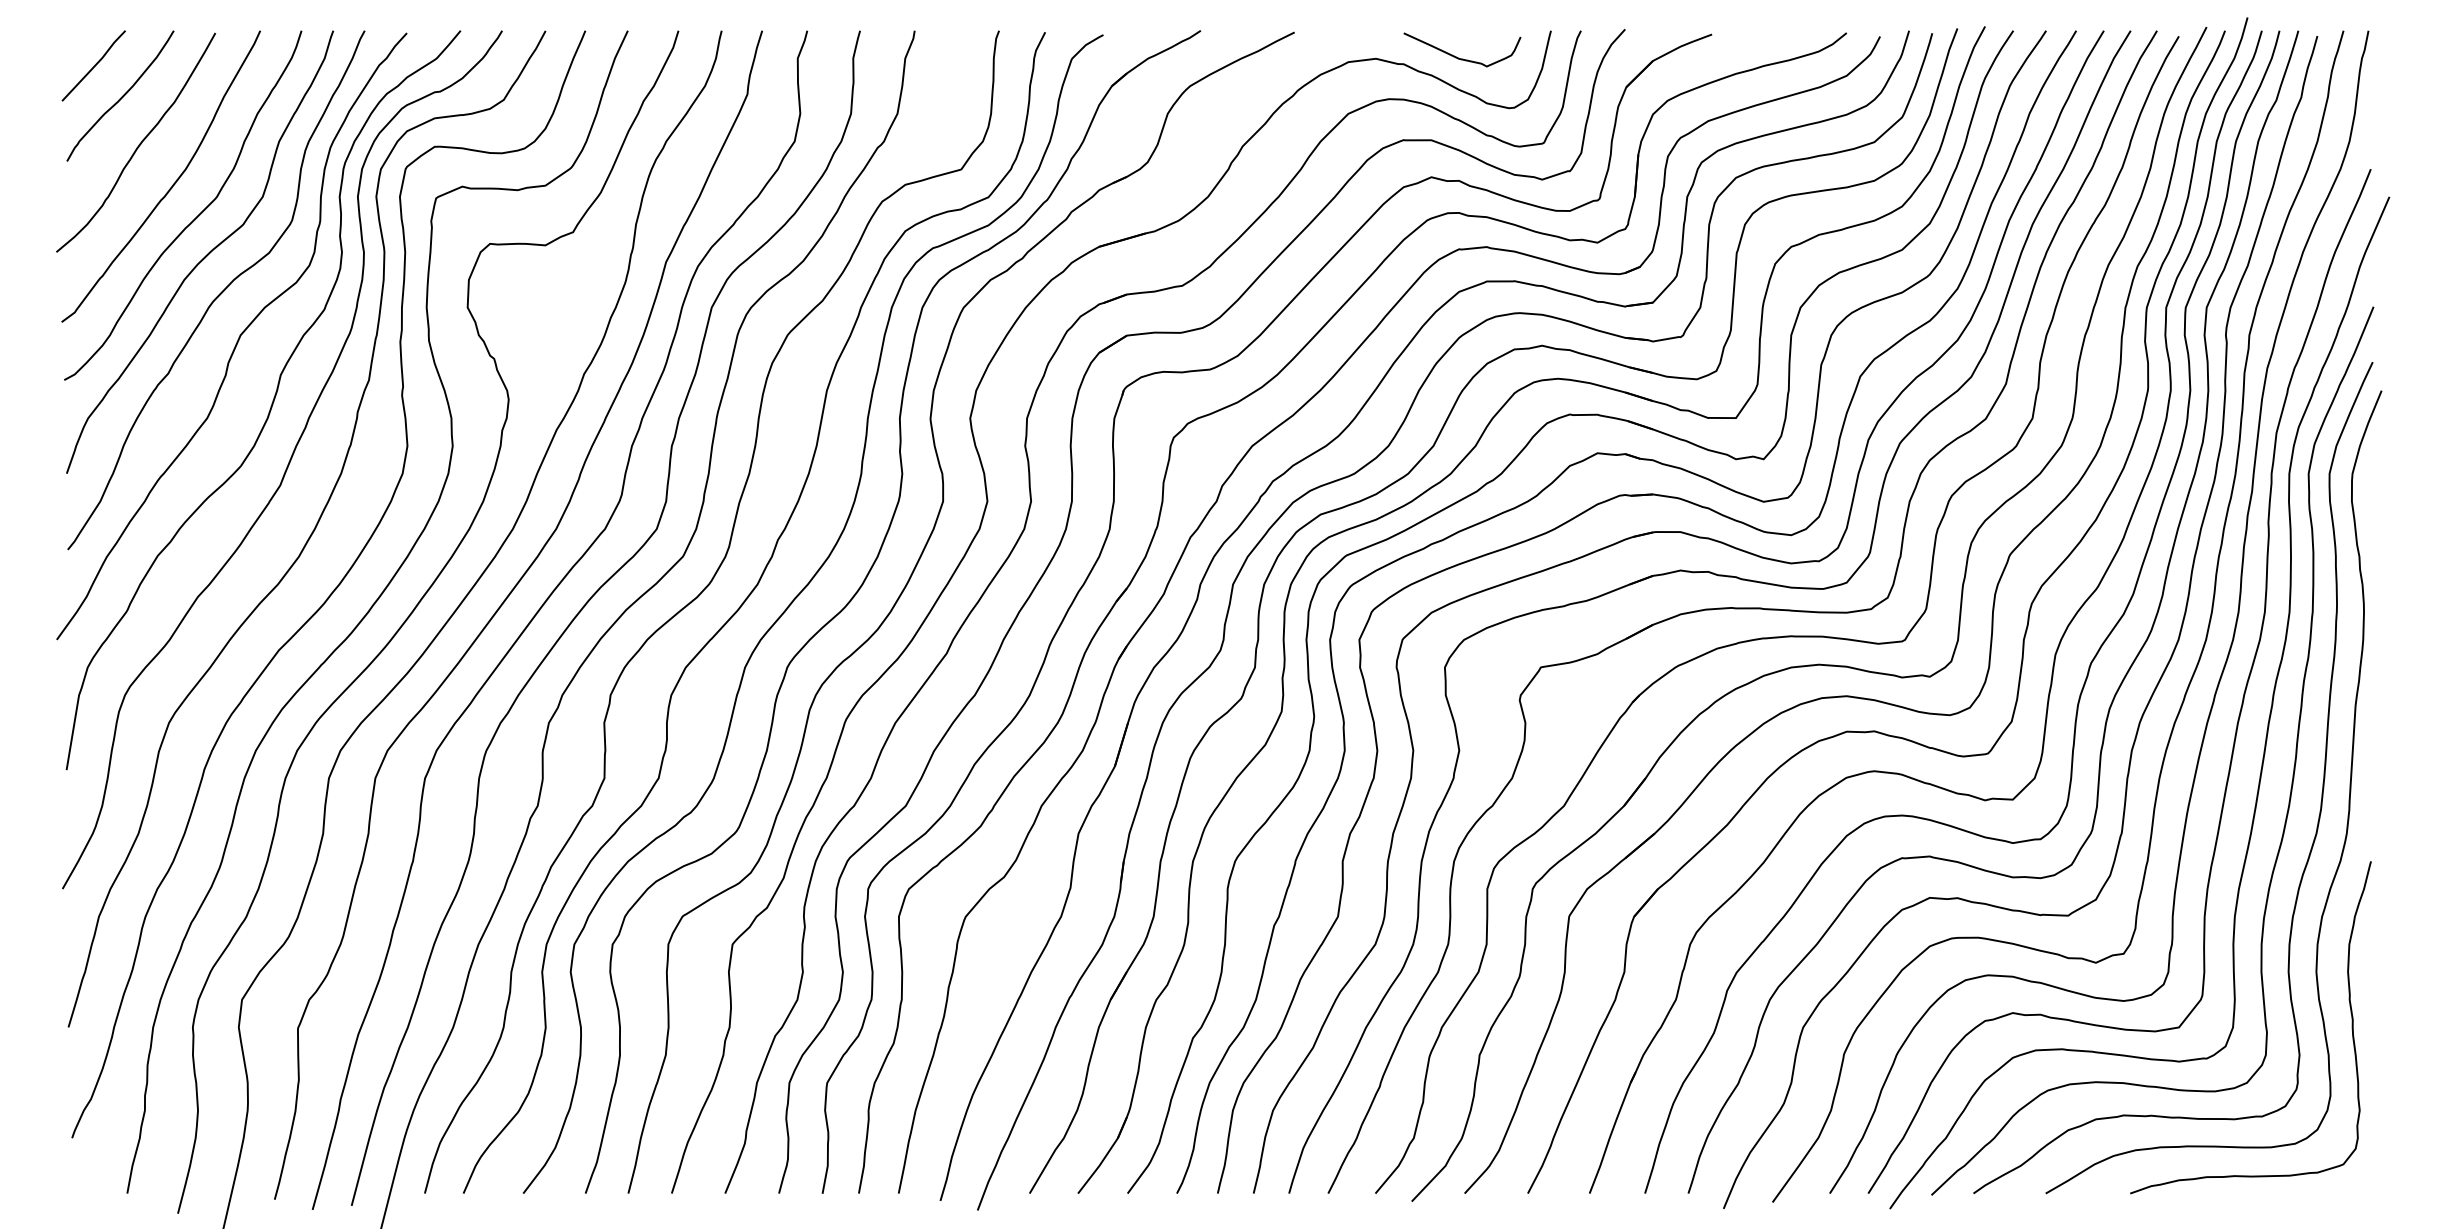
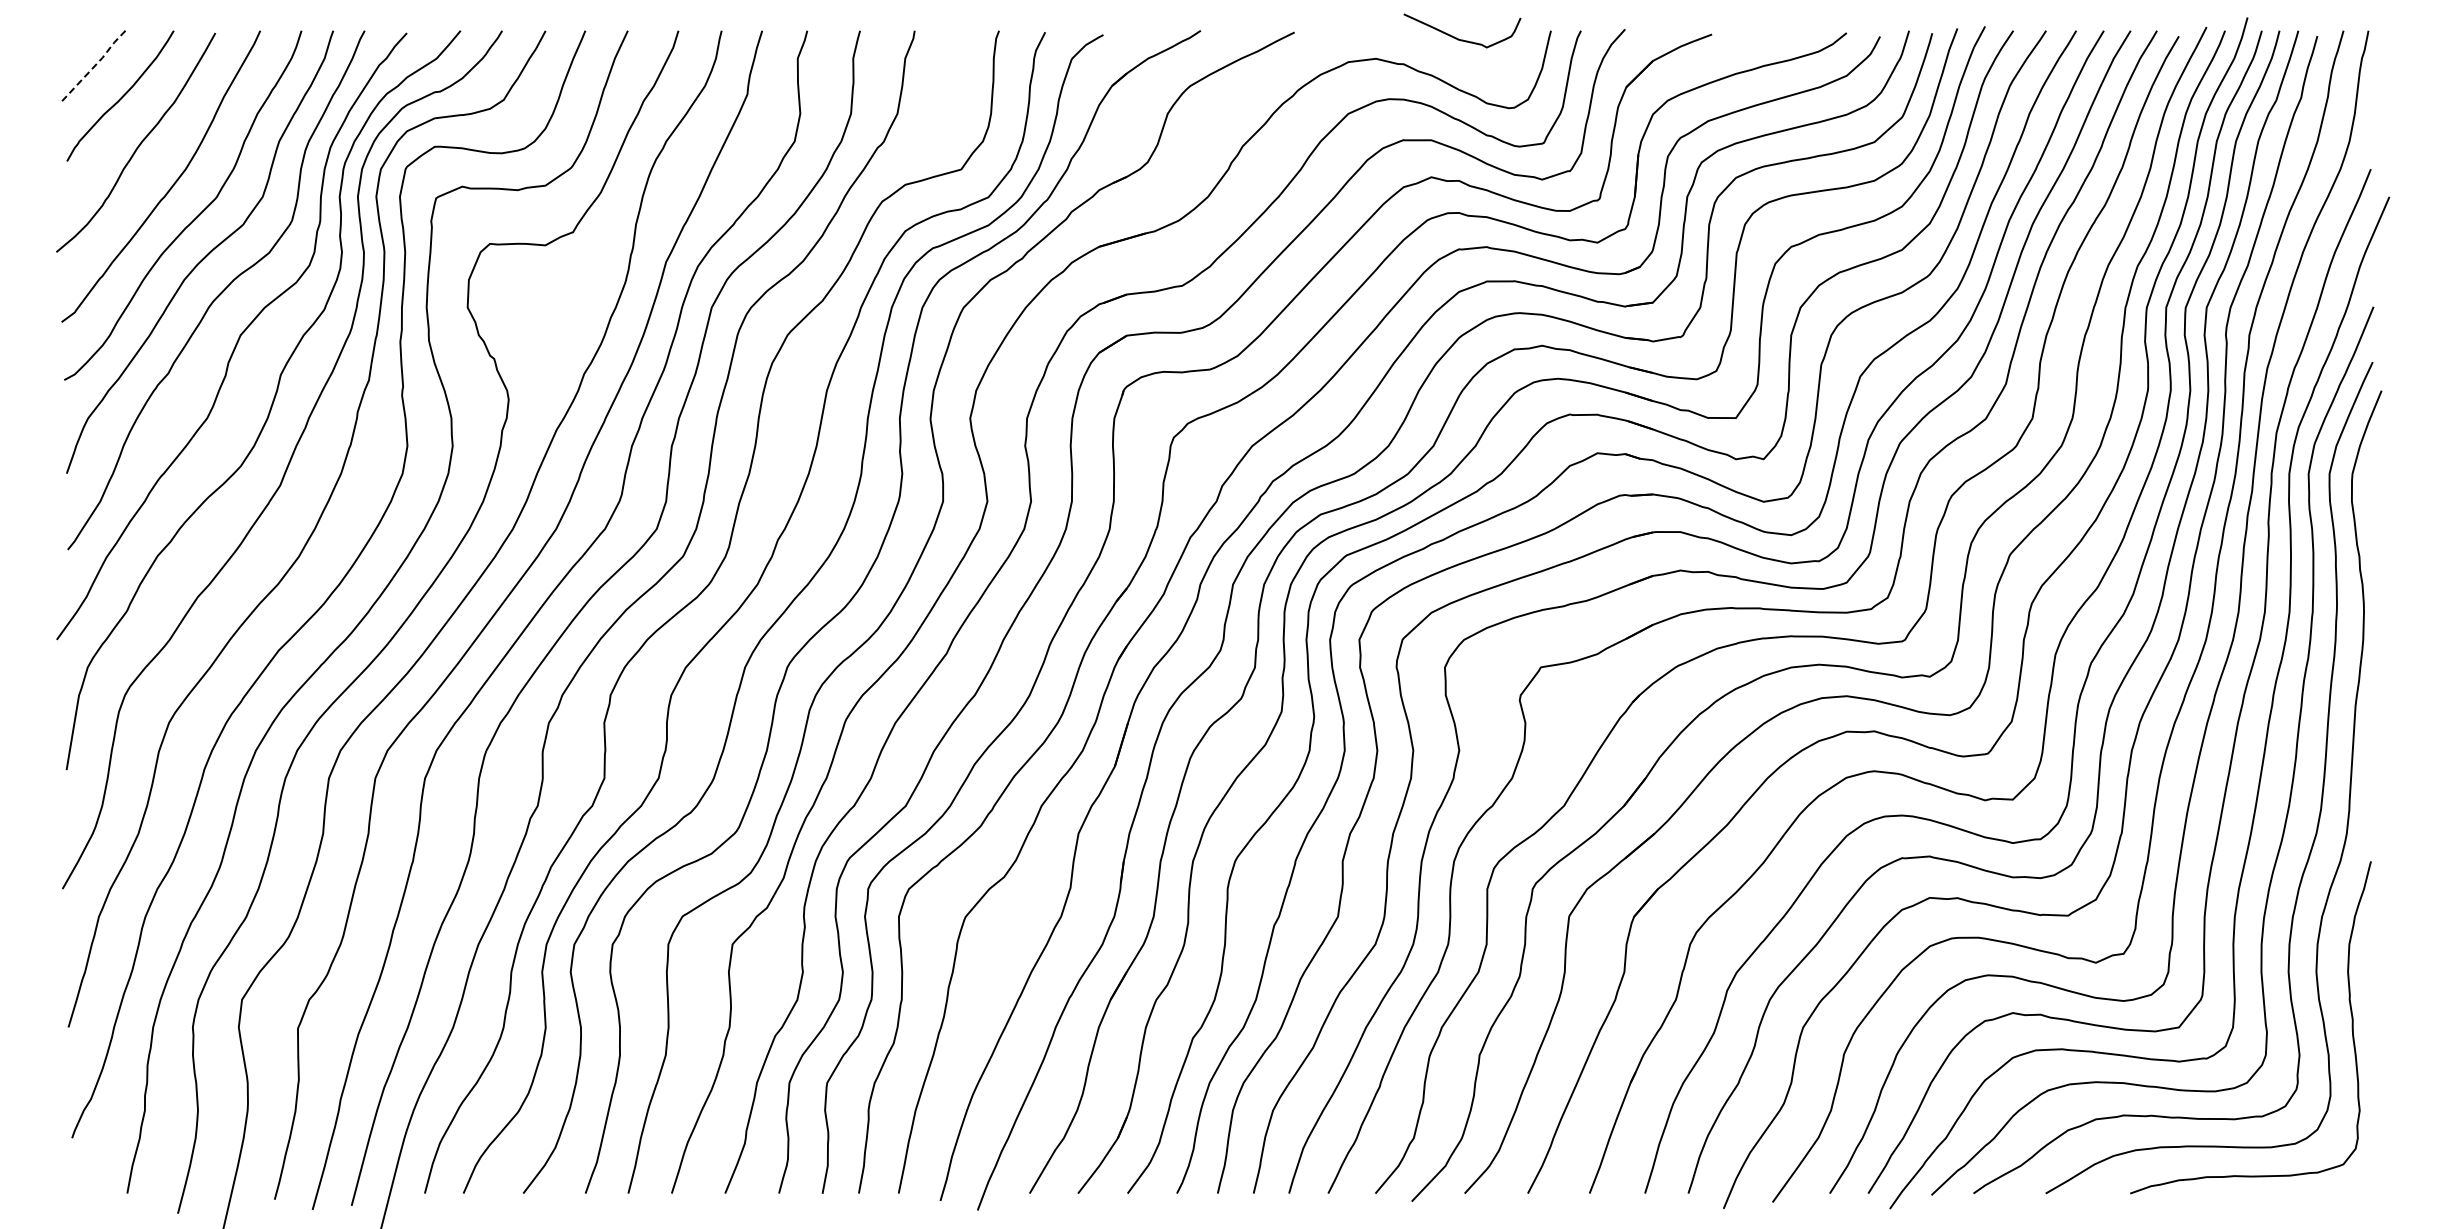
curve at (1458, 57) position: (1458, 57) -> (1458, 38)
line at (95, 65): solid -> dashed
